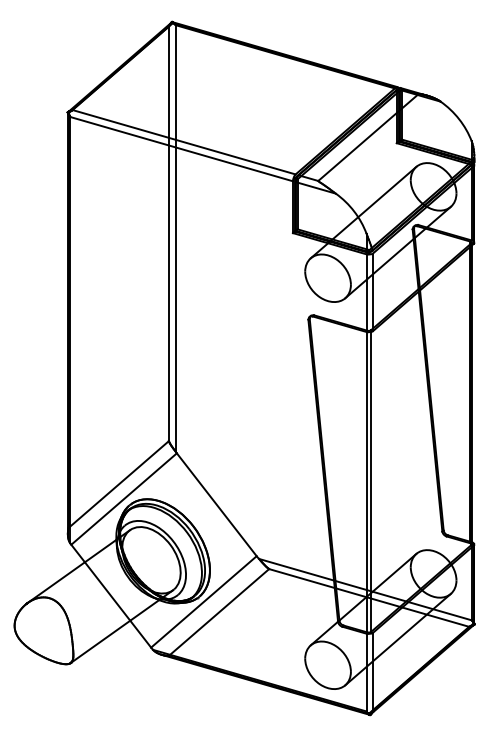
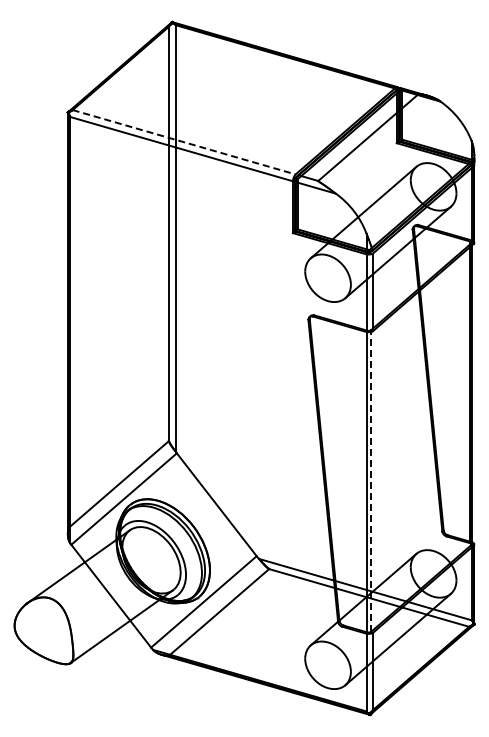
line at (184, 142): solid -> dashed
line at (371, 481): solid -> dashed
